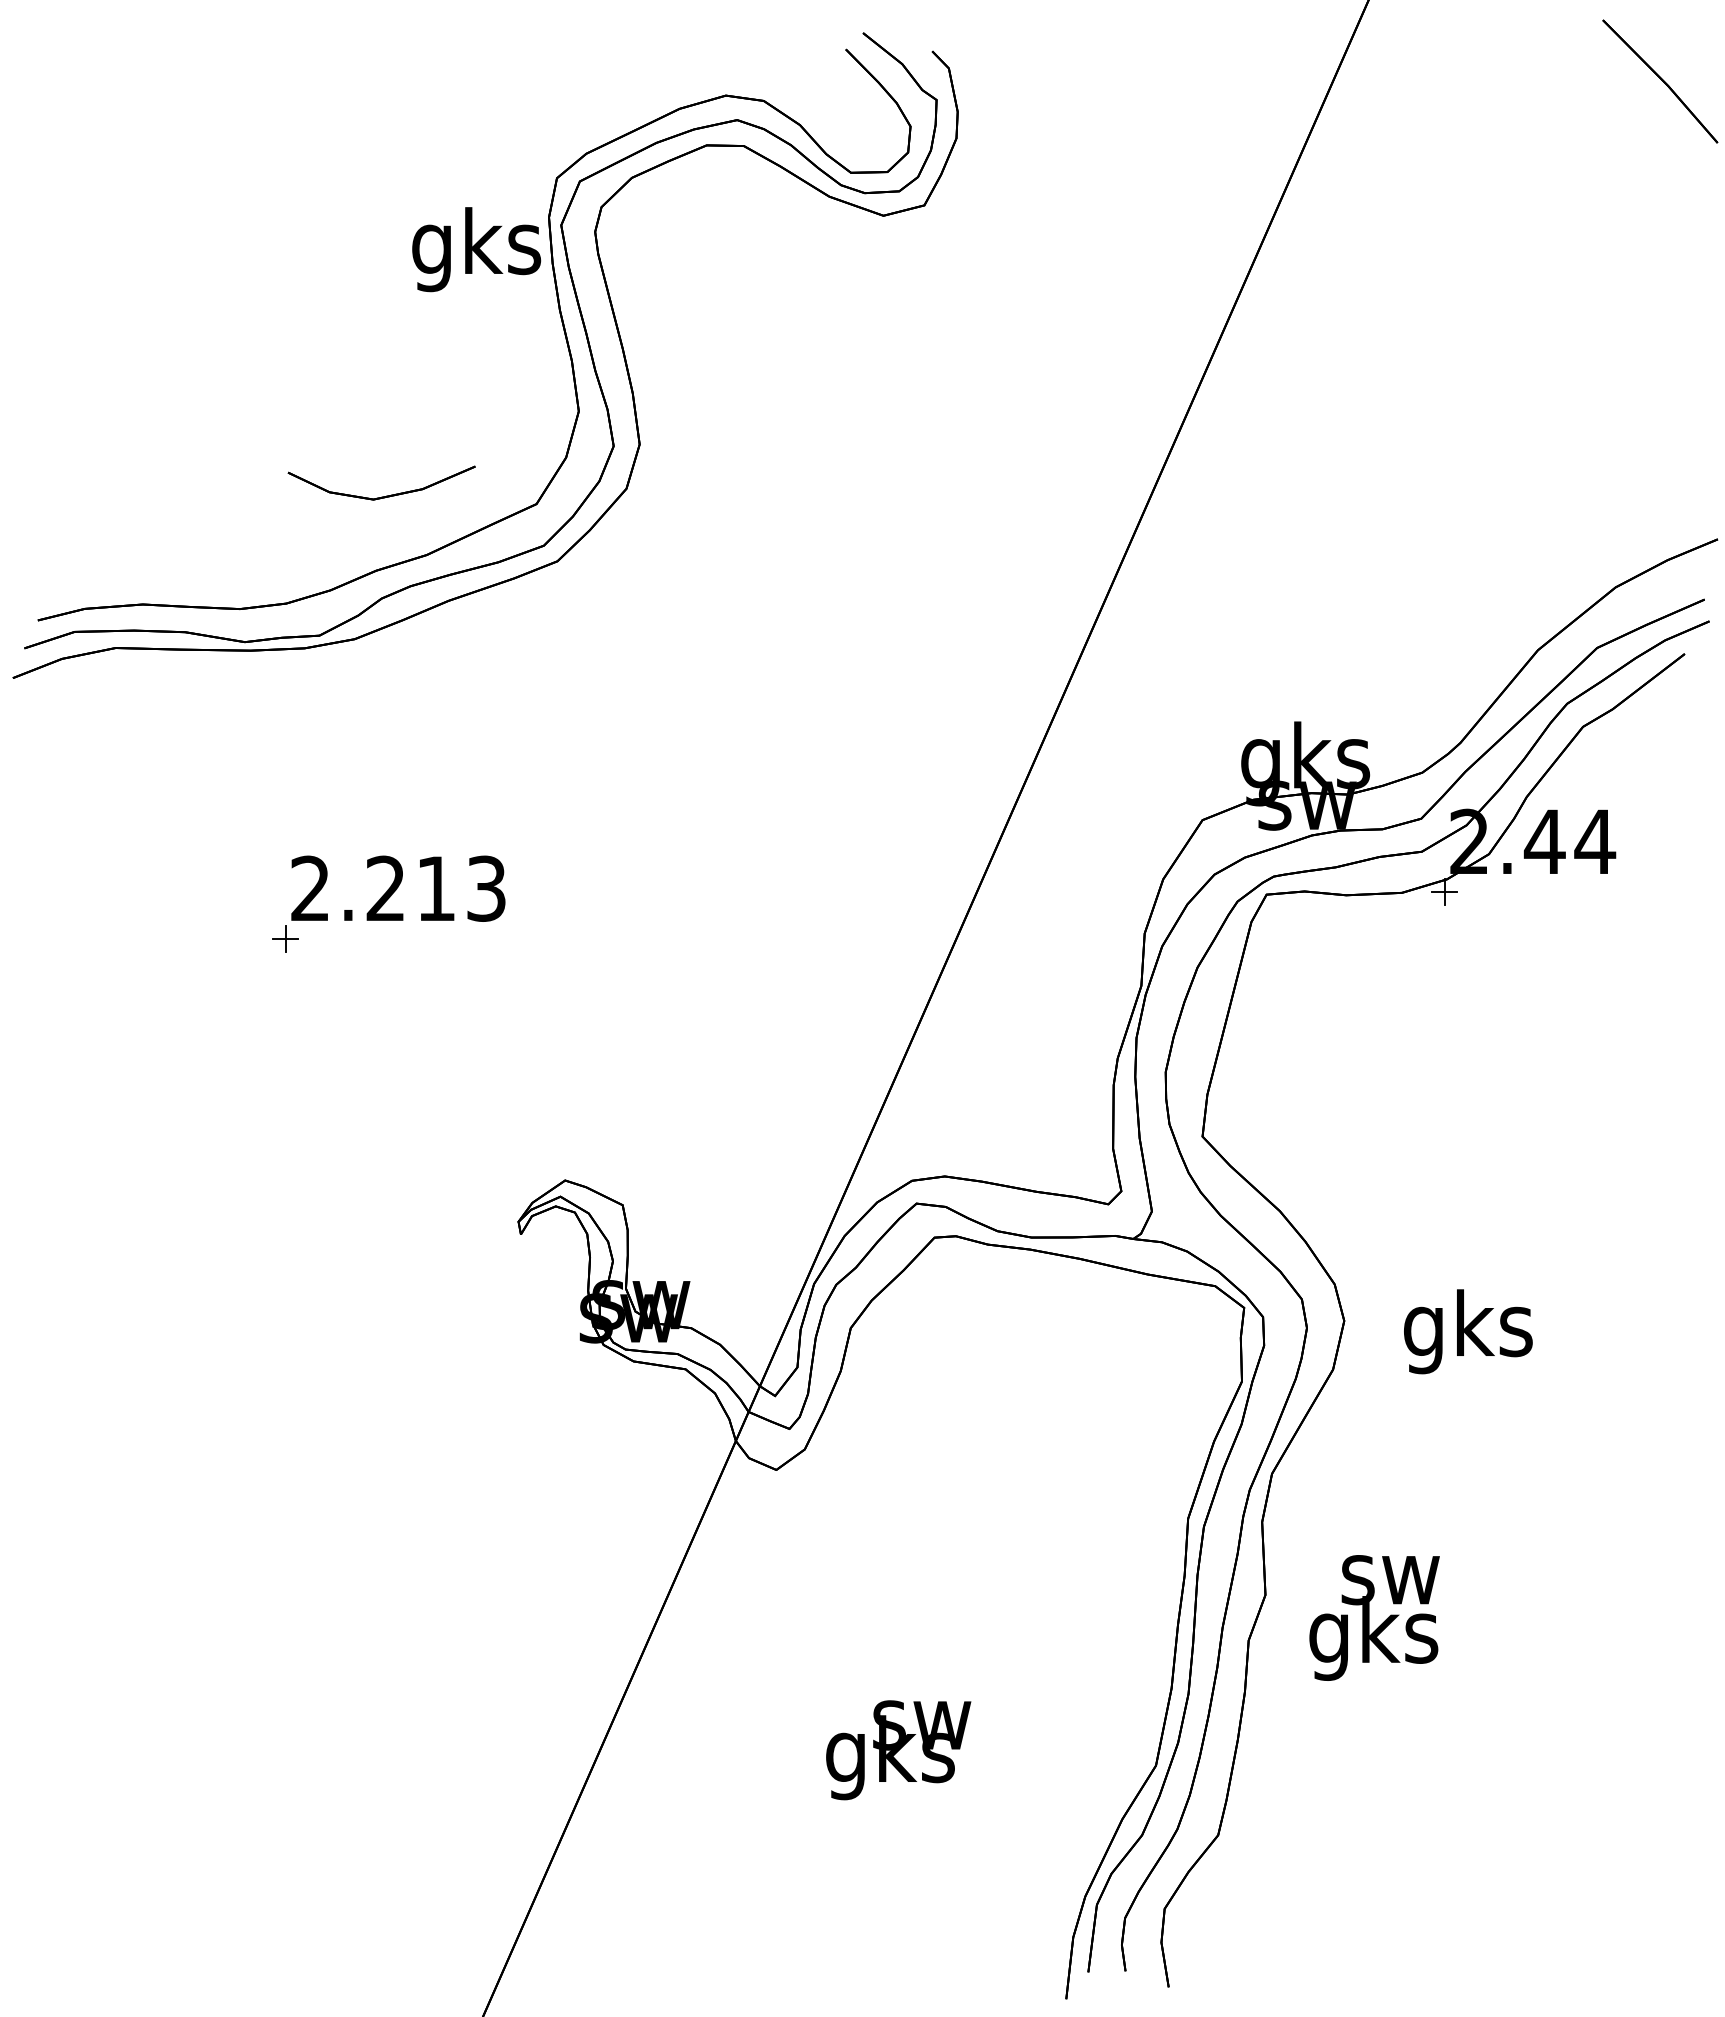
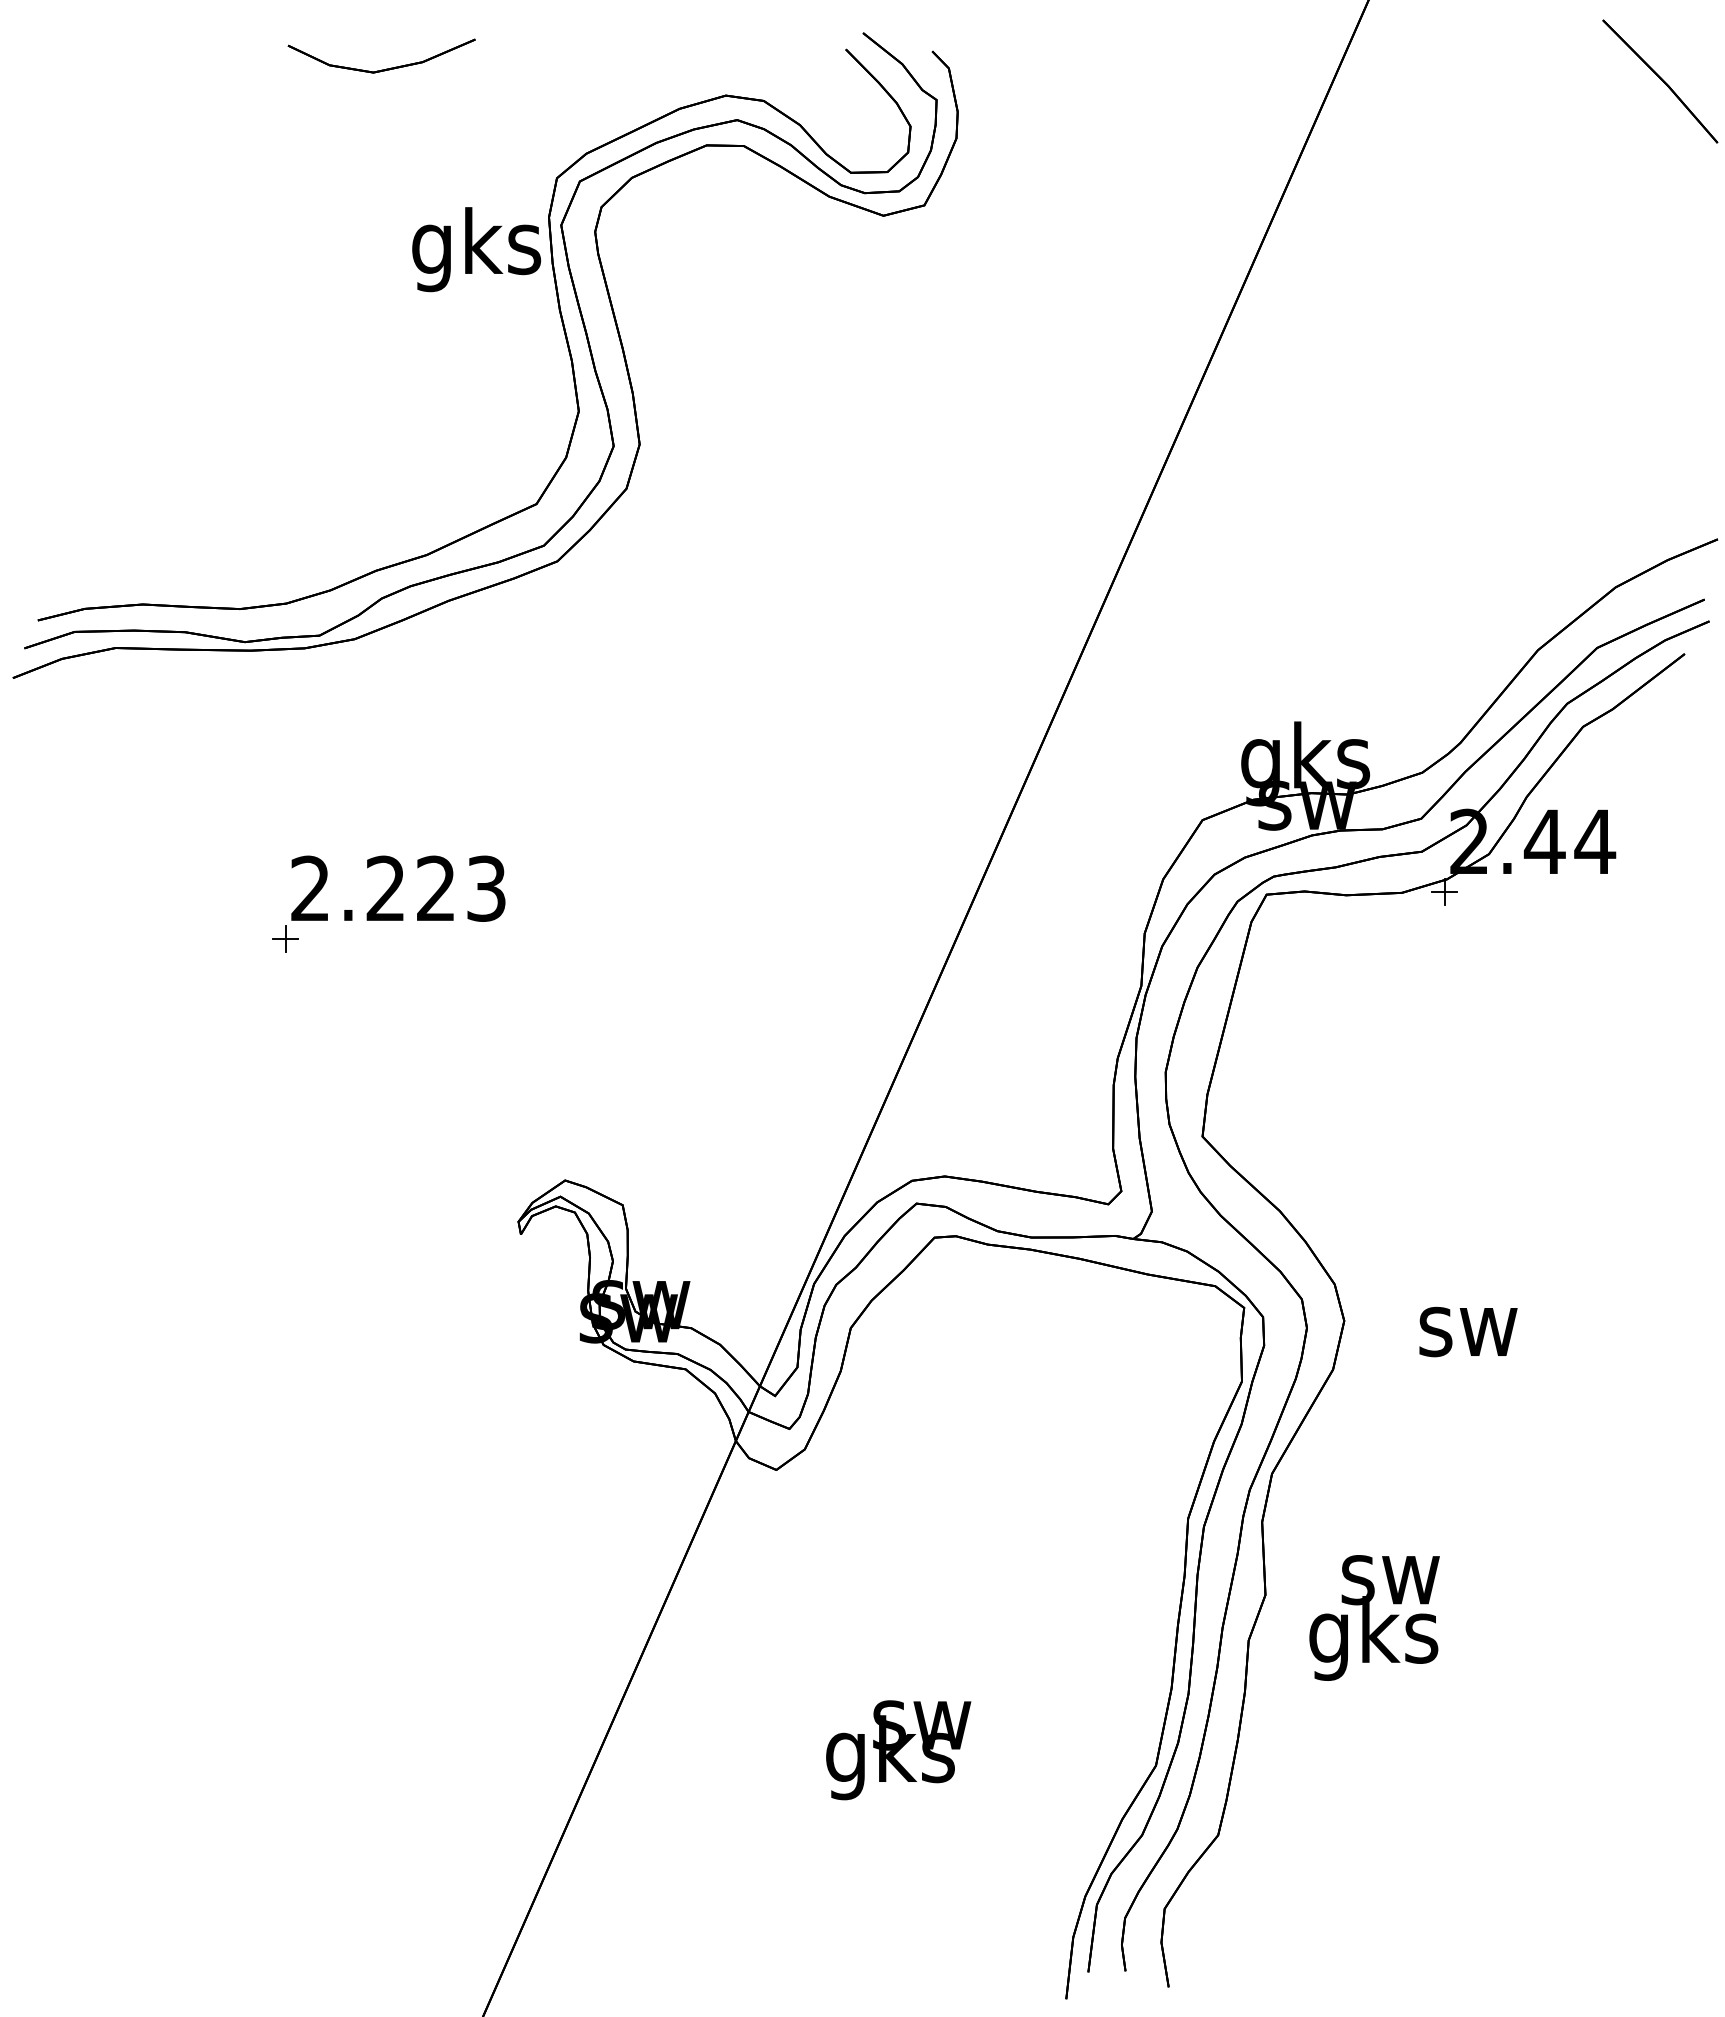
part at (386, 495) position: (386, 495) -> (386, 68)
text at (435, 887): 2.213 -> 2.223
text at (1468, 1331): gks -> sw
